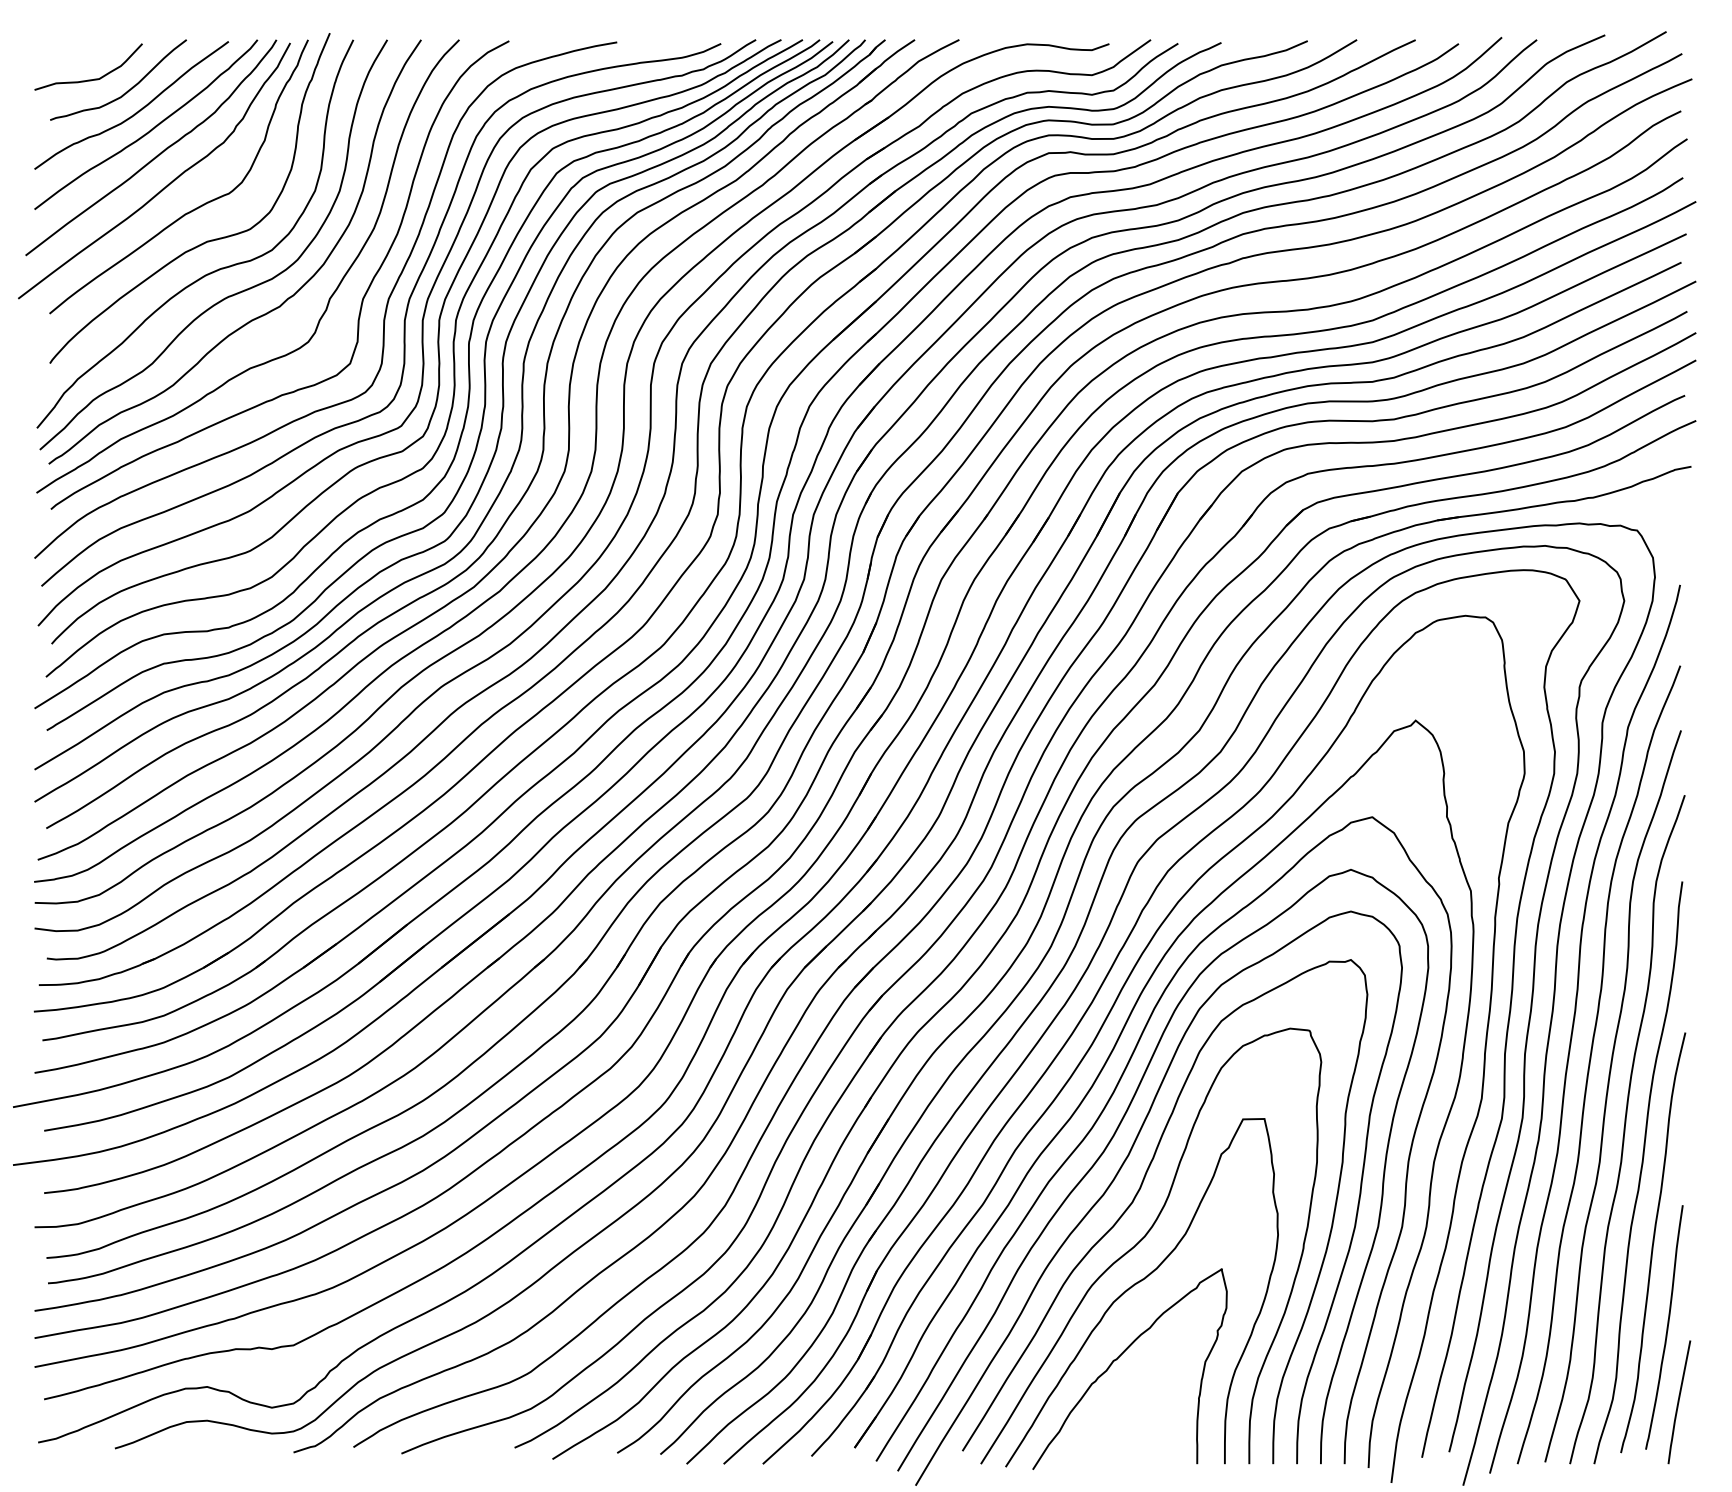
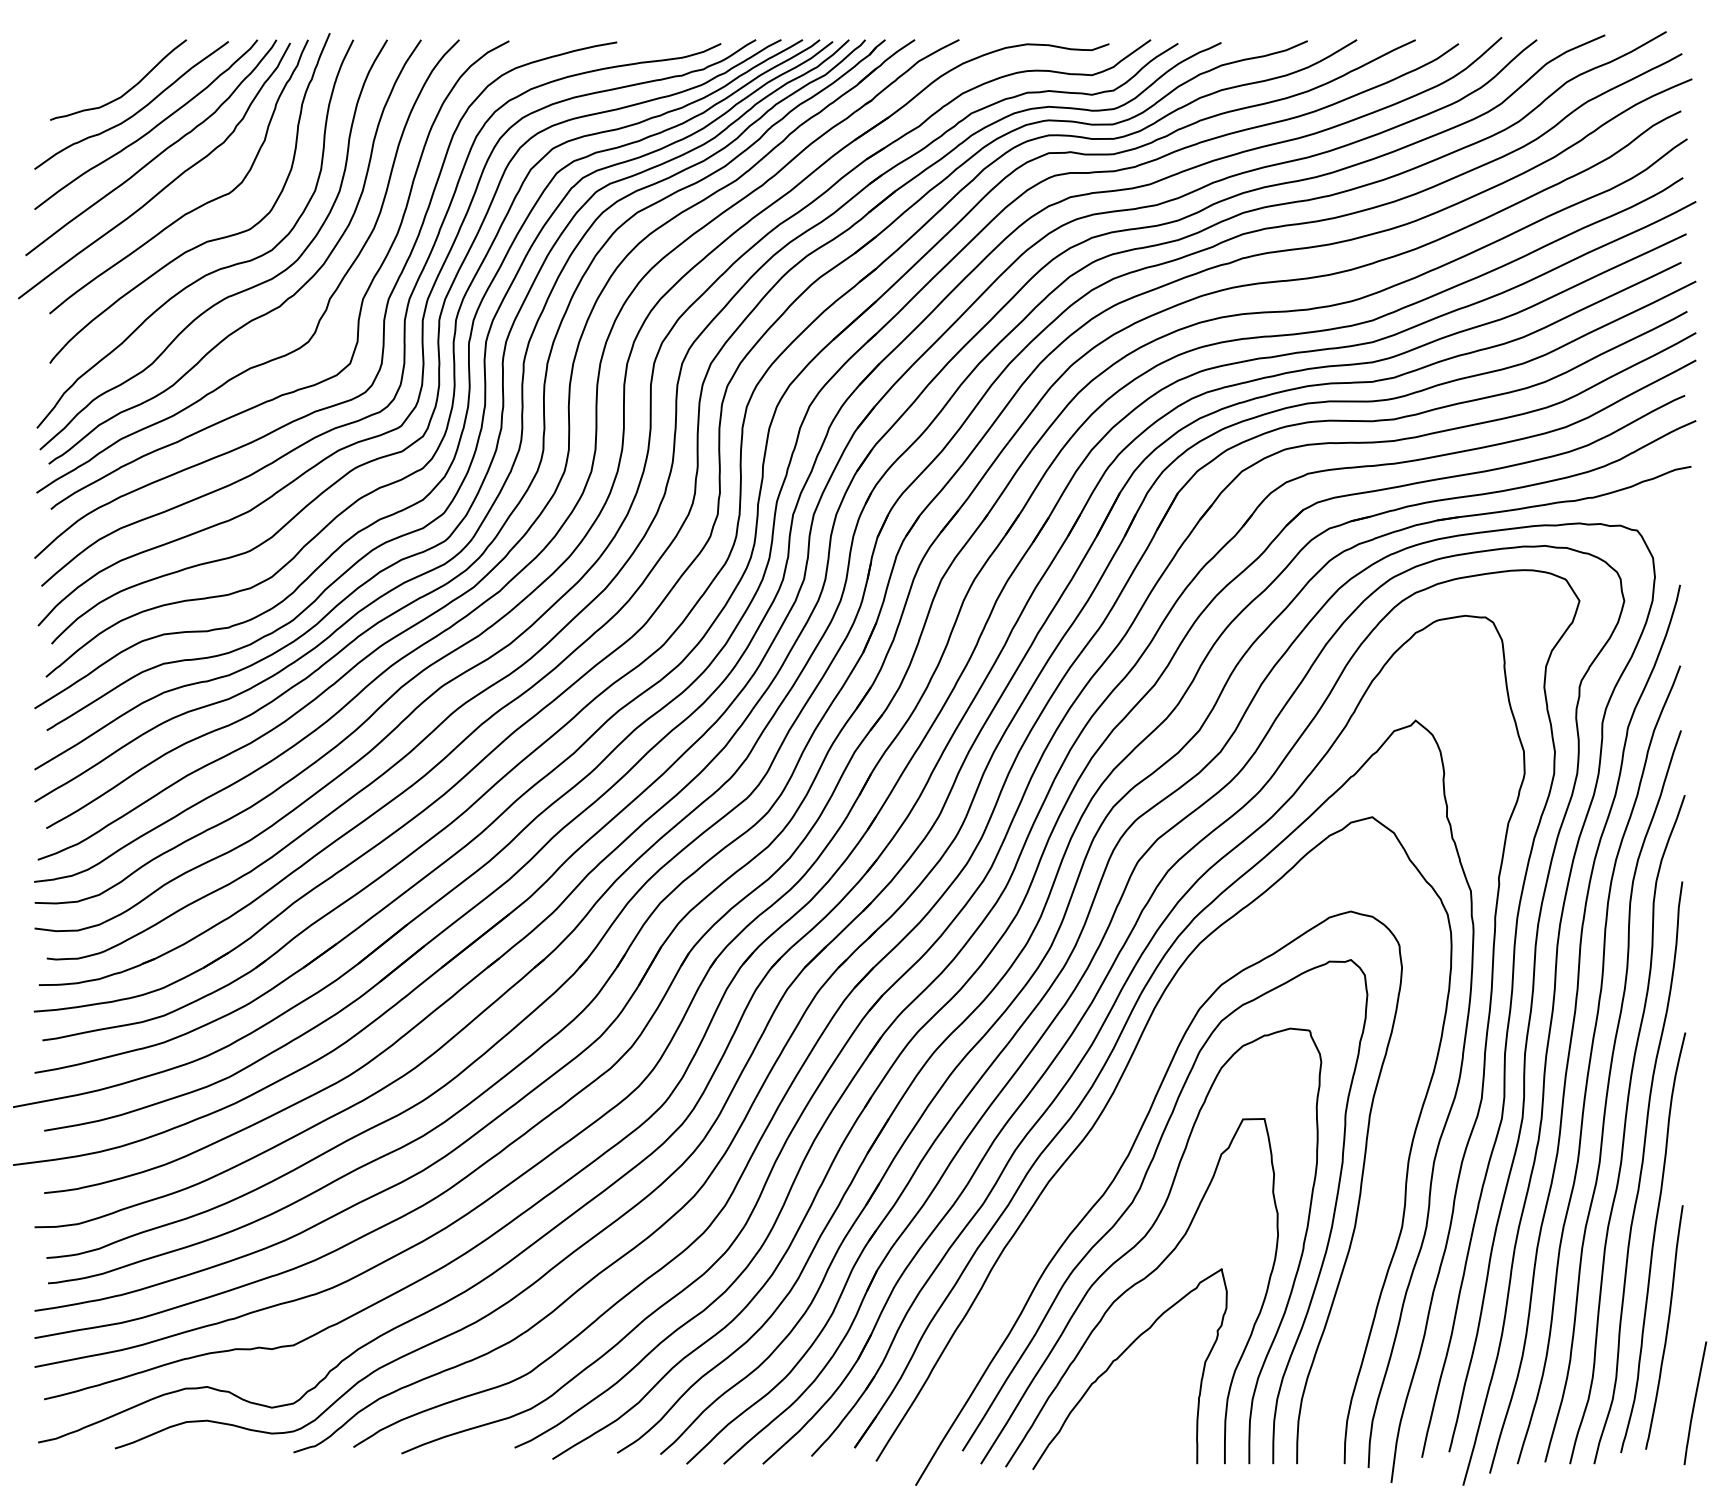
curve at (88, 79): present -> none
curve at (1111, 1141): present -> none
curve at (1679, 1402) position: (1679, 1402) -> (1695, 1403)
